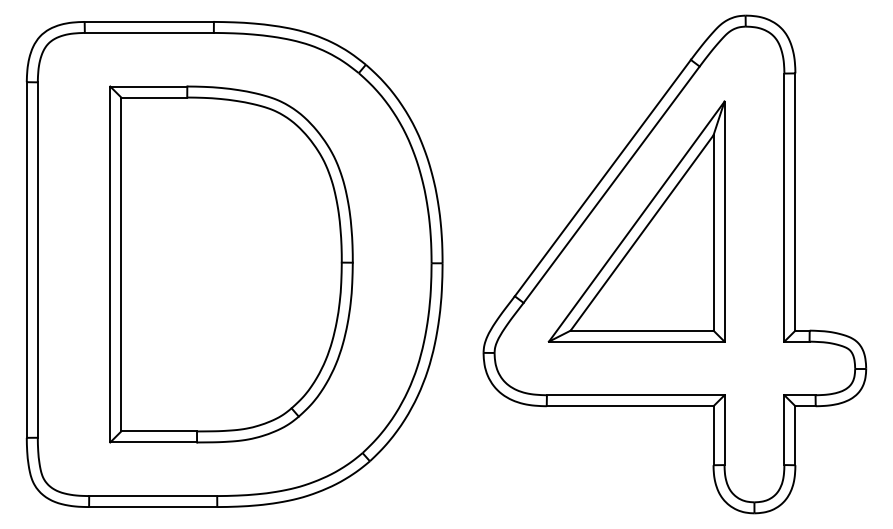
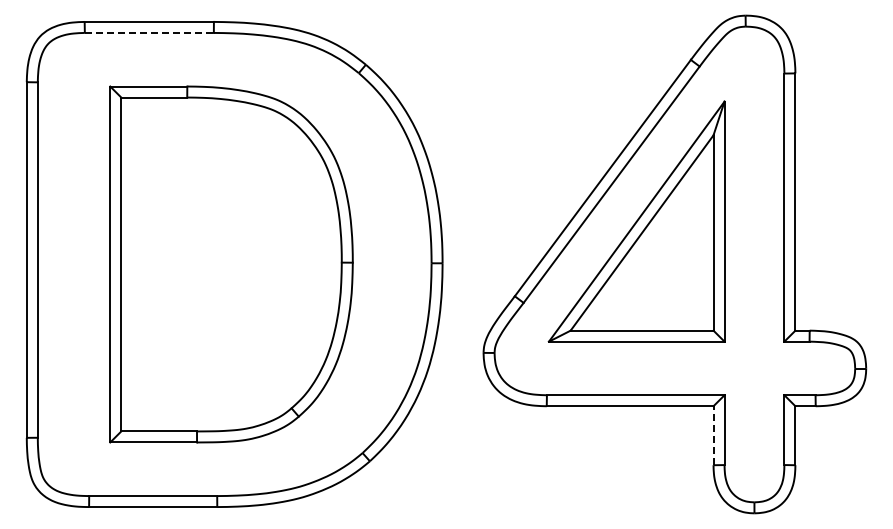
line at (149, 32): solid -> dashed
line at (713, 435): solid -> dashed
